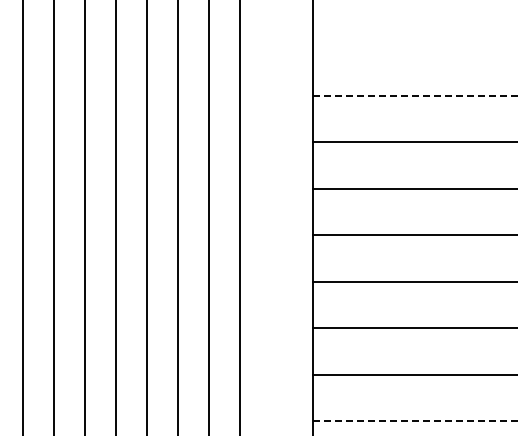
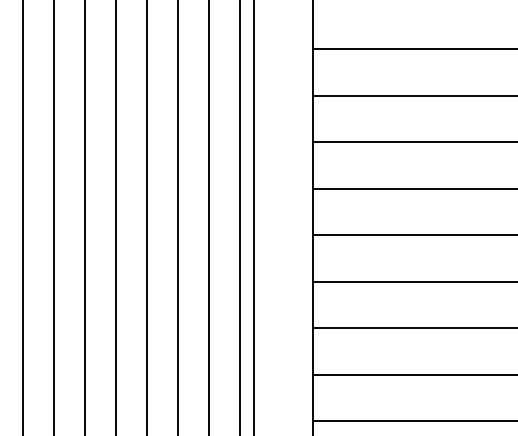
line at (413, 49): none -> present
line at (415, 95): dashed -> solid
line at (253, 217): none -> present
line at (415, 421): dashed -> solid
